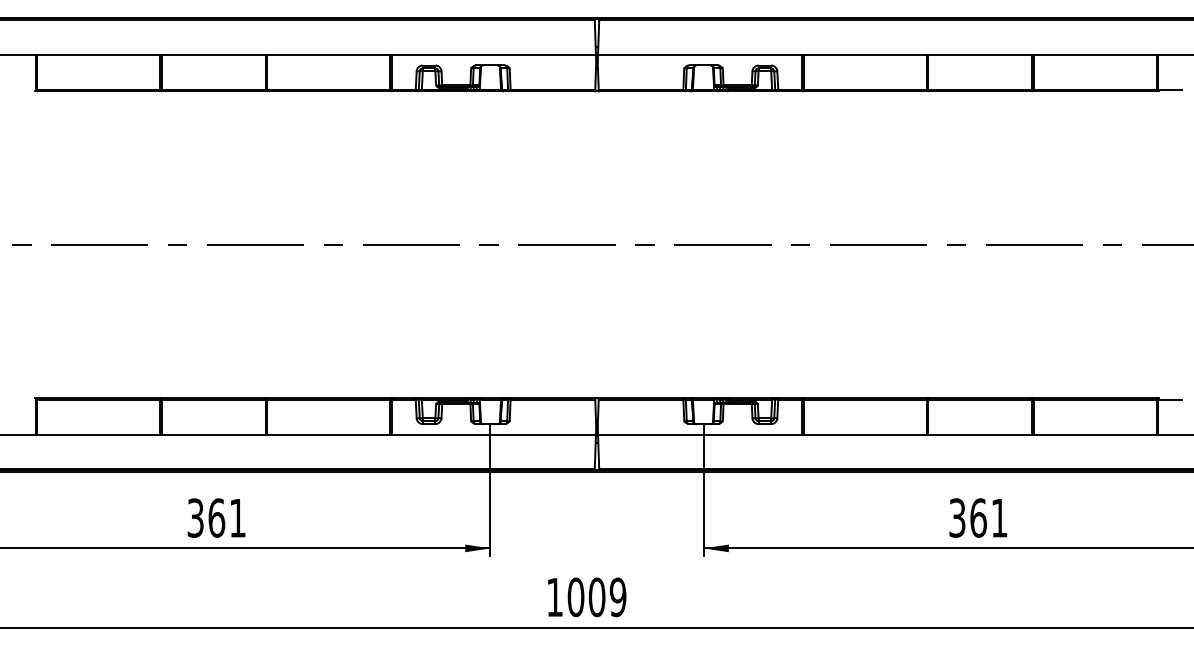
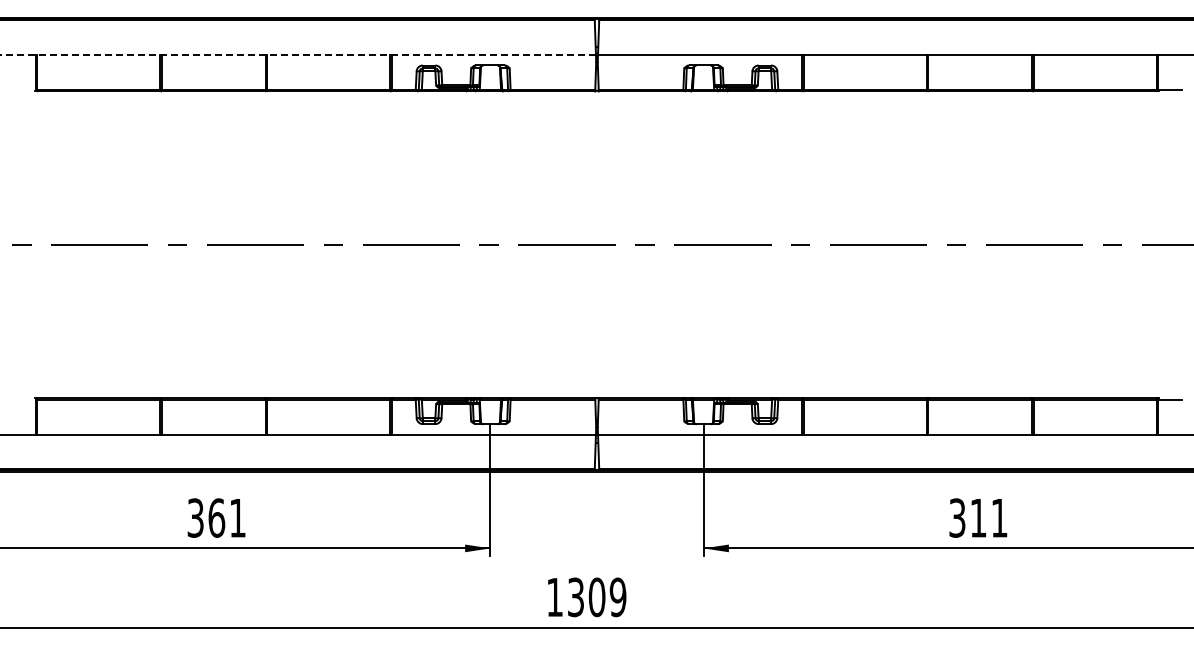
line at (298, 54): solid -> dashed
text at (978, 517): 361 -> 311
text at (575, 597): 1009 -> 1309
